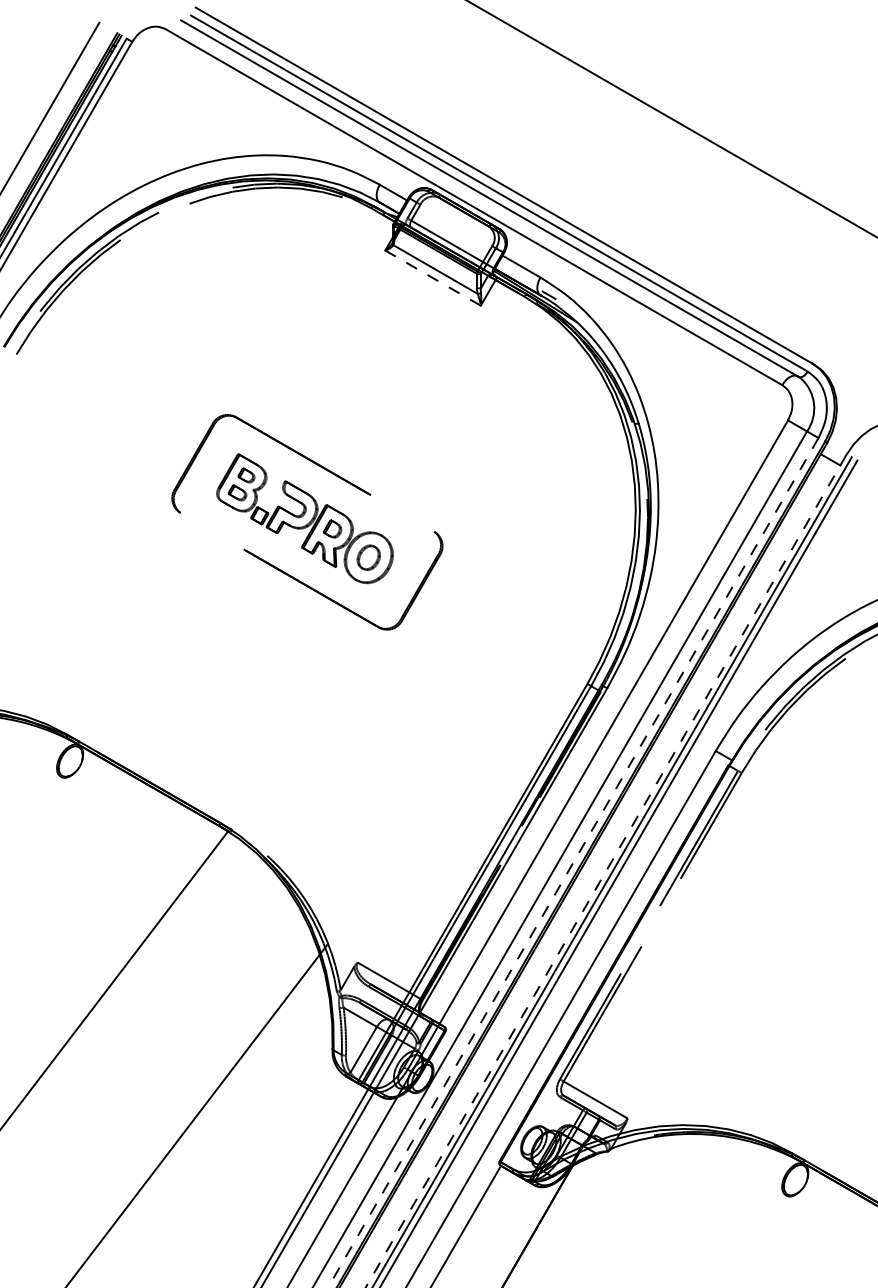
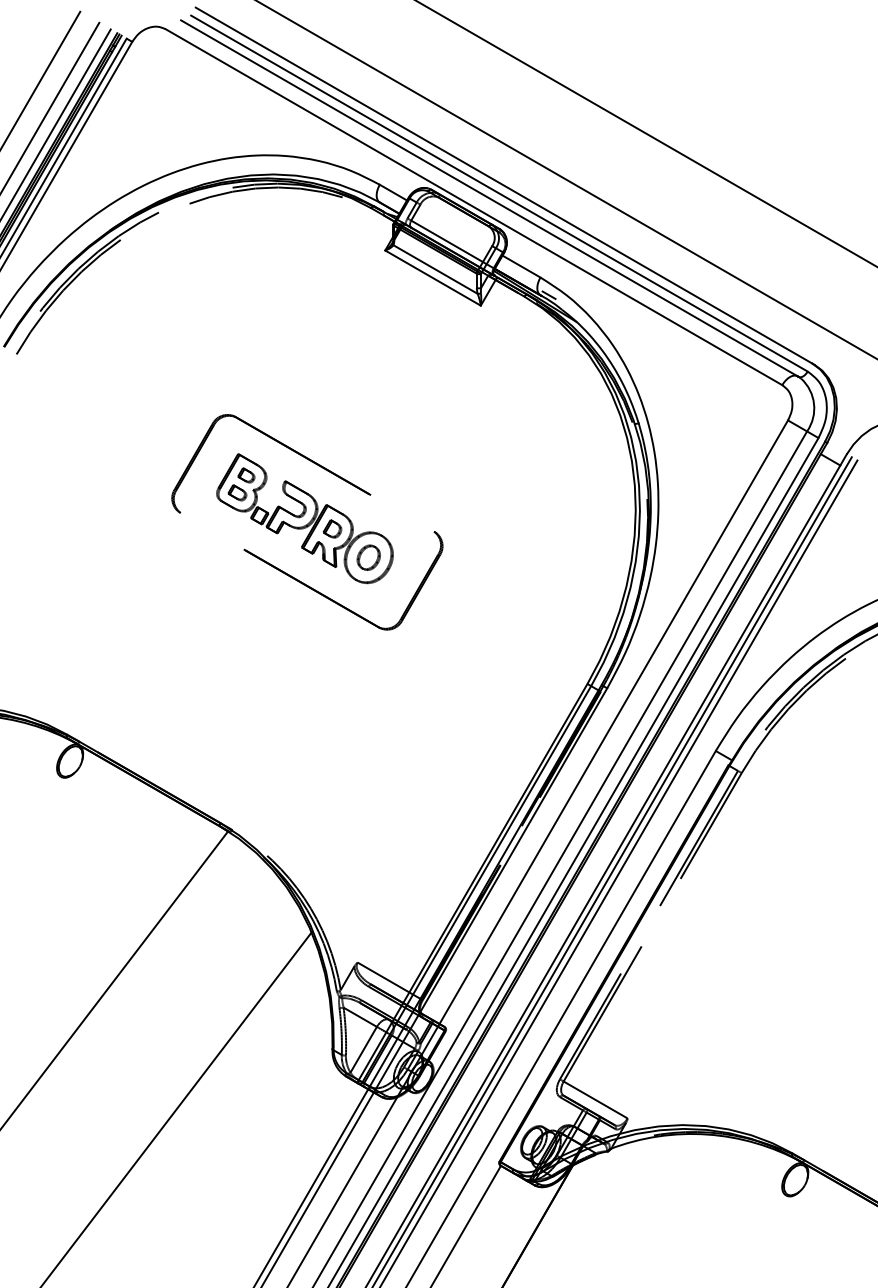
line at (41, 78): none -> present
line at (671, 119) position: (671, 119) -> (646, 133)
line at (56, 123): none -> present
line at (566, 179): none -> present
line at (432, 277): dashed -> solid
line at (573, 863): dashed -> solid
line at (606, 870): dashed -> solid
line at (197, 1114) position: (197, 1114) -> (176, 1108)
